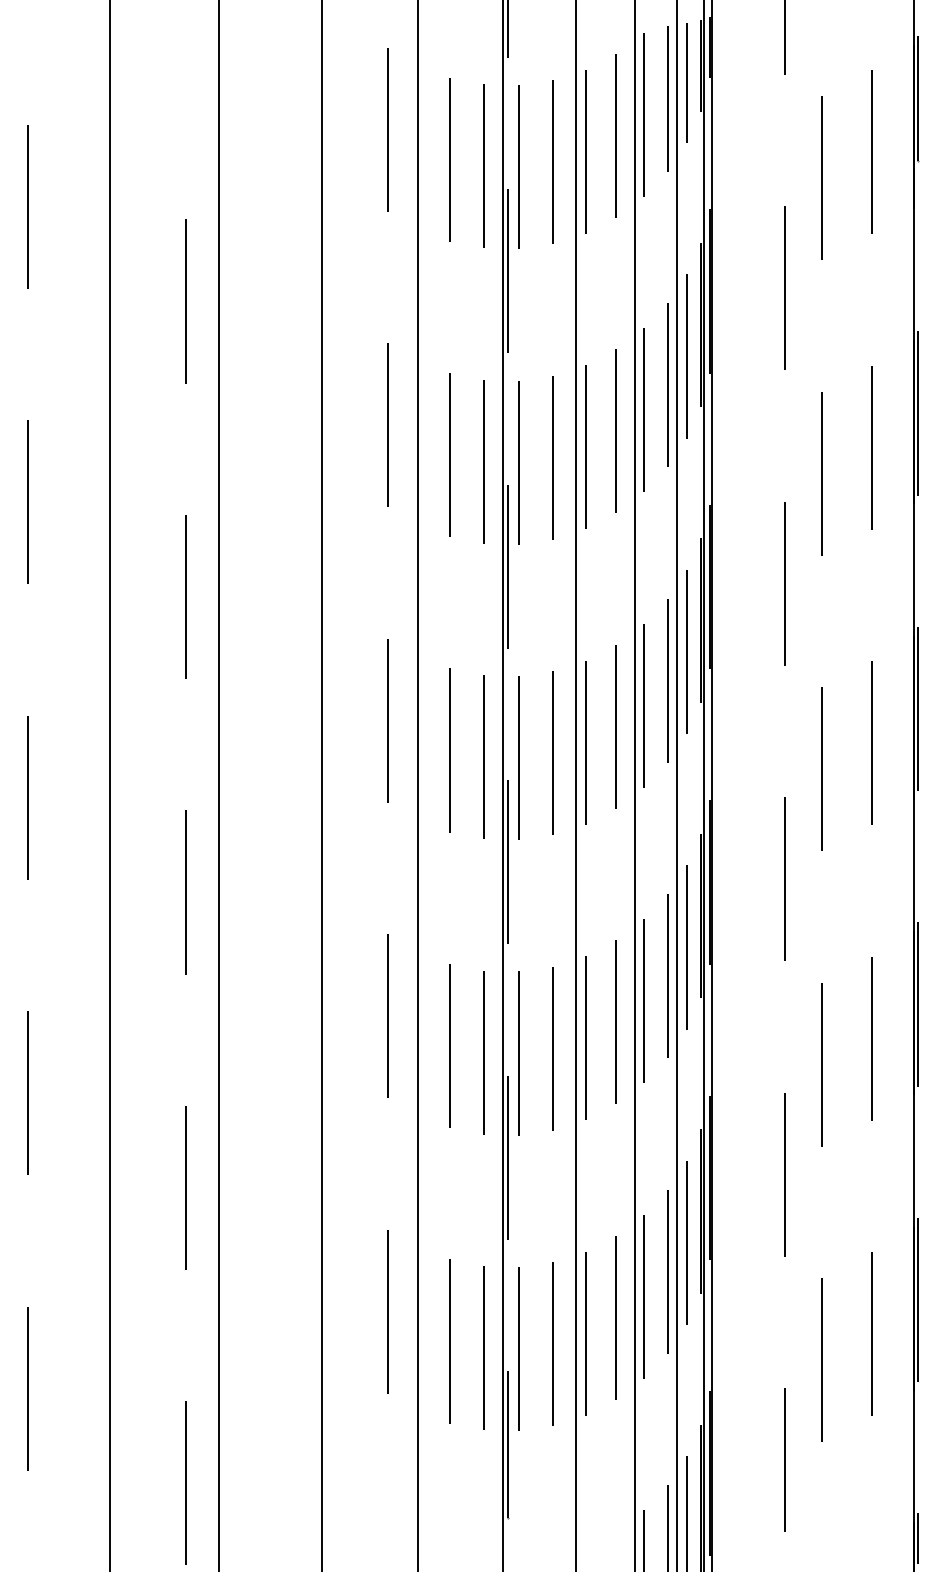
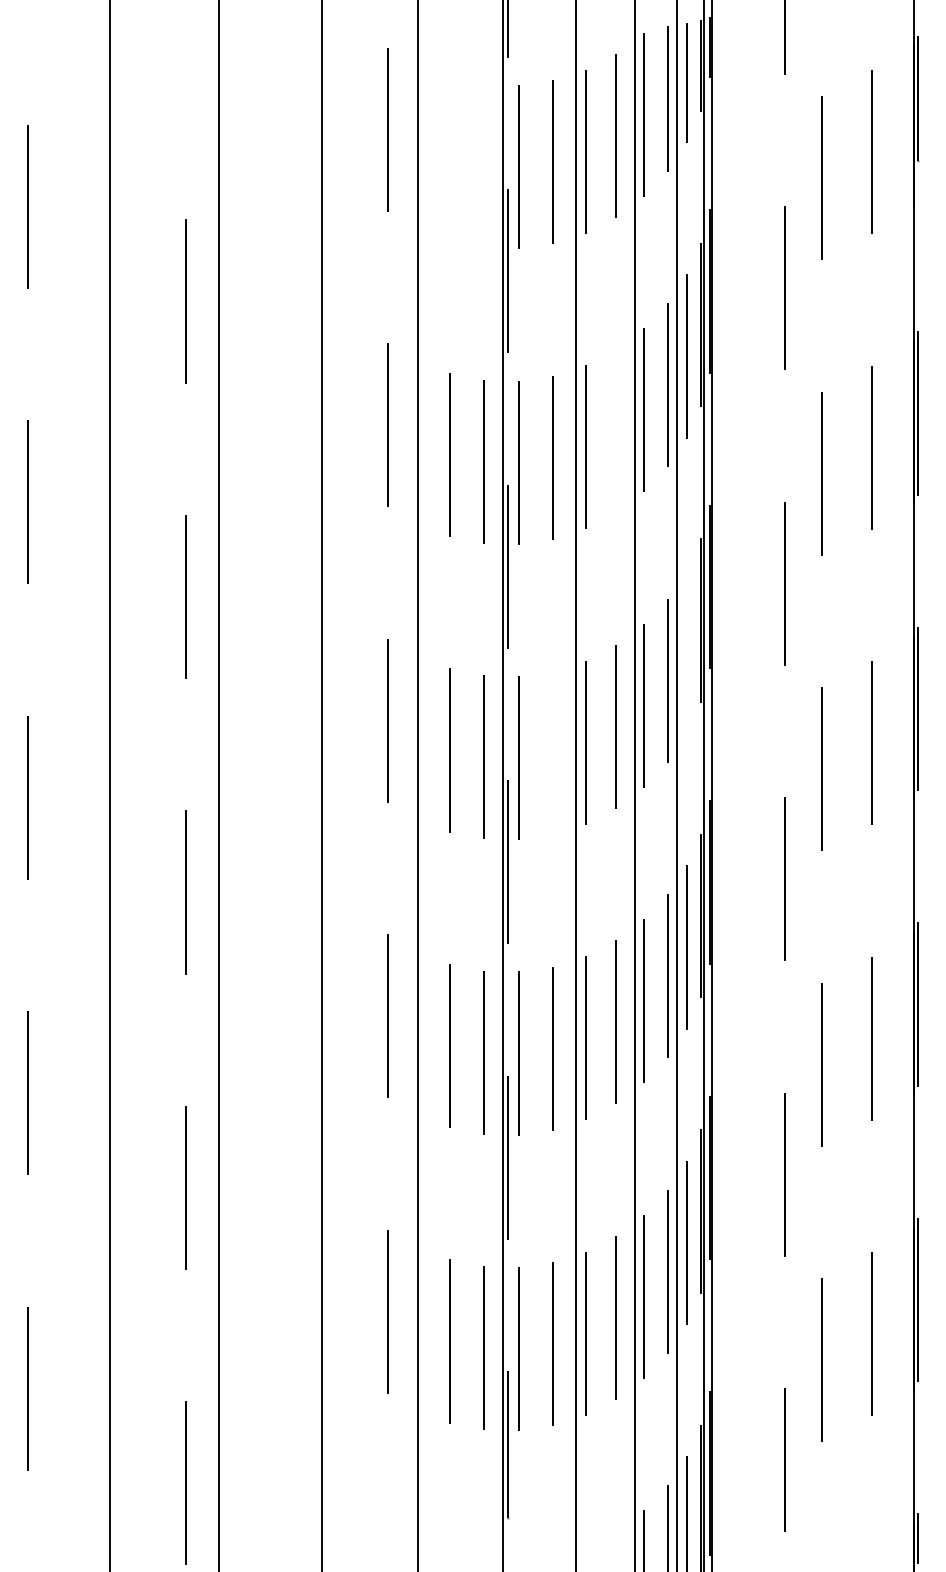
line at (450, 159): present -> none
line at (484, 166): present -> none
line at (615, 430): present -> none
line at (686, 651): present -> none
line at (552, 753): present -> none
